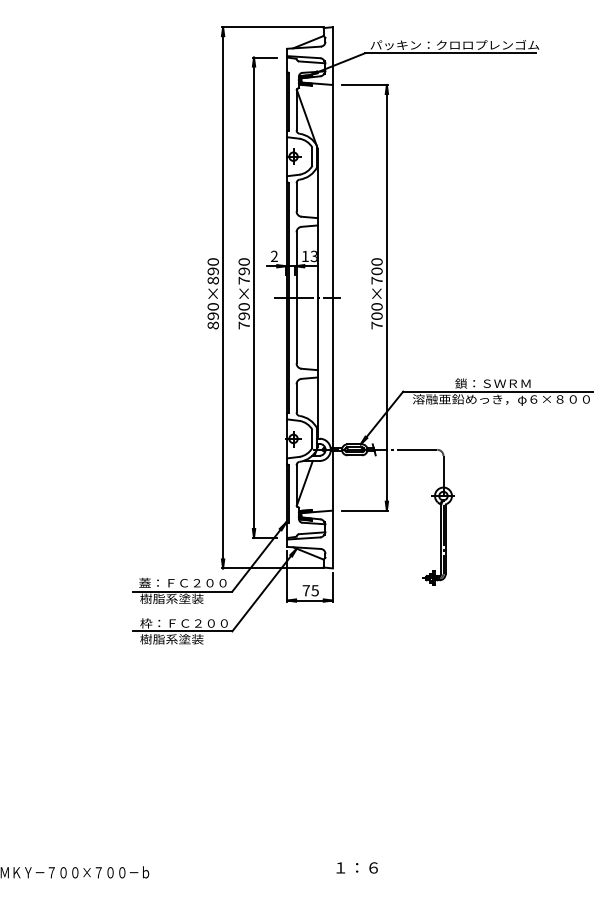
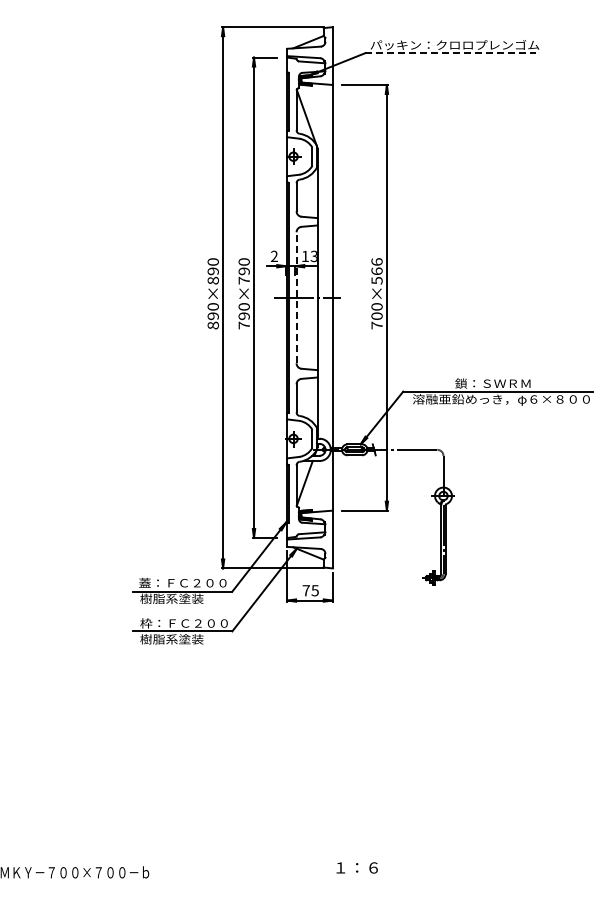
line at (450, 53): solid -> dashed
text at (376, 271): 700×700 -> 700×566
line at (296, 297): solid -> dashed
